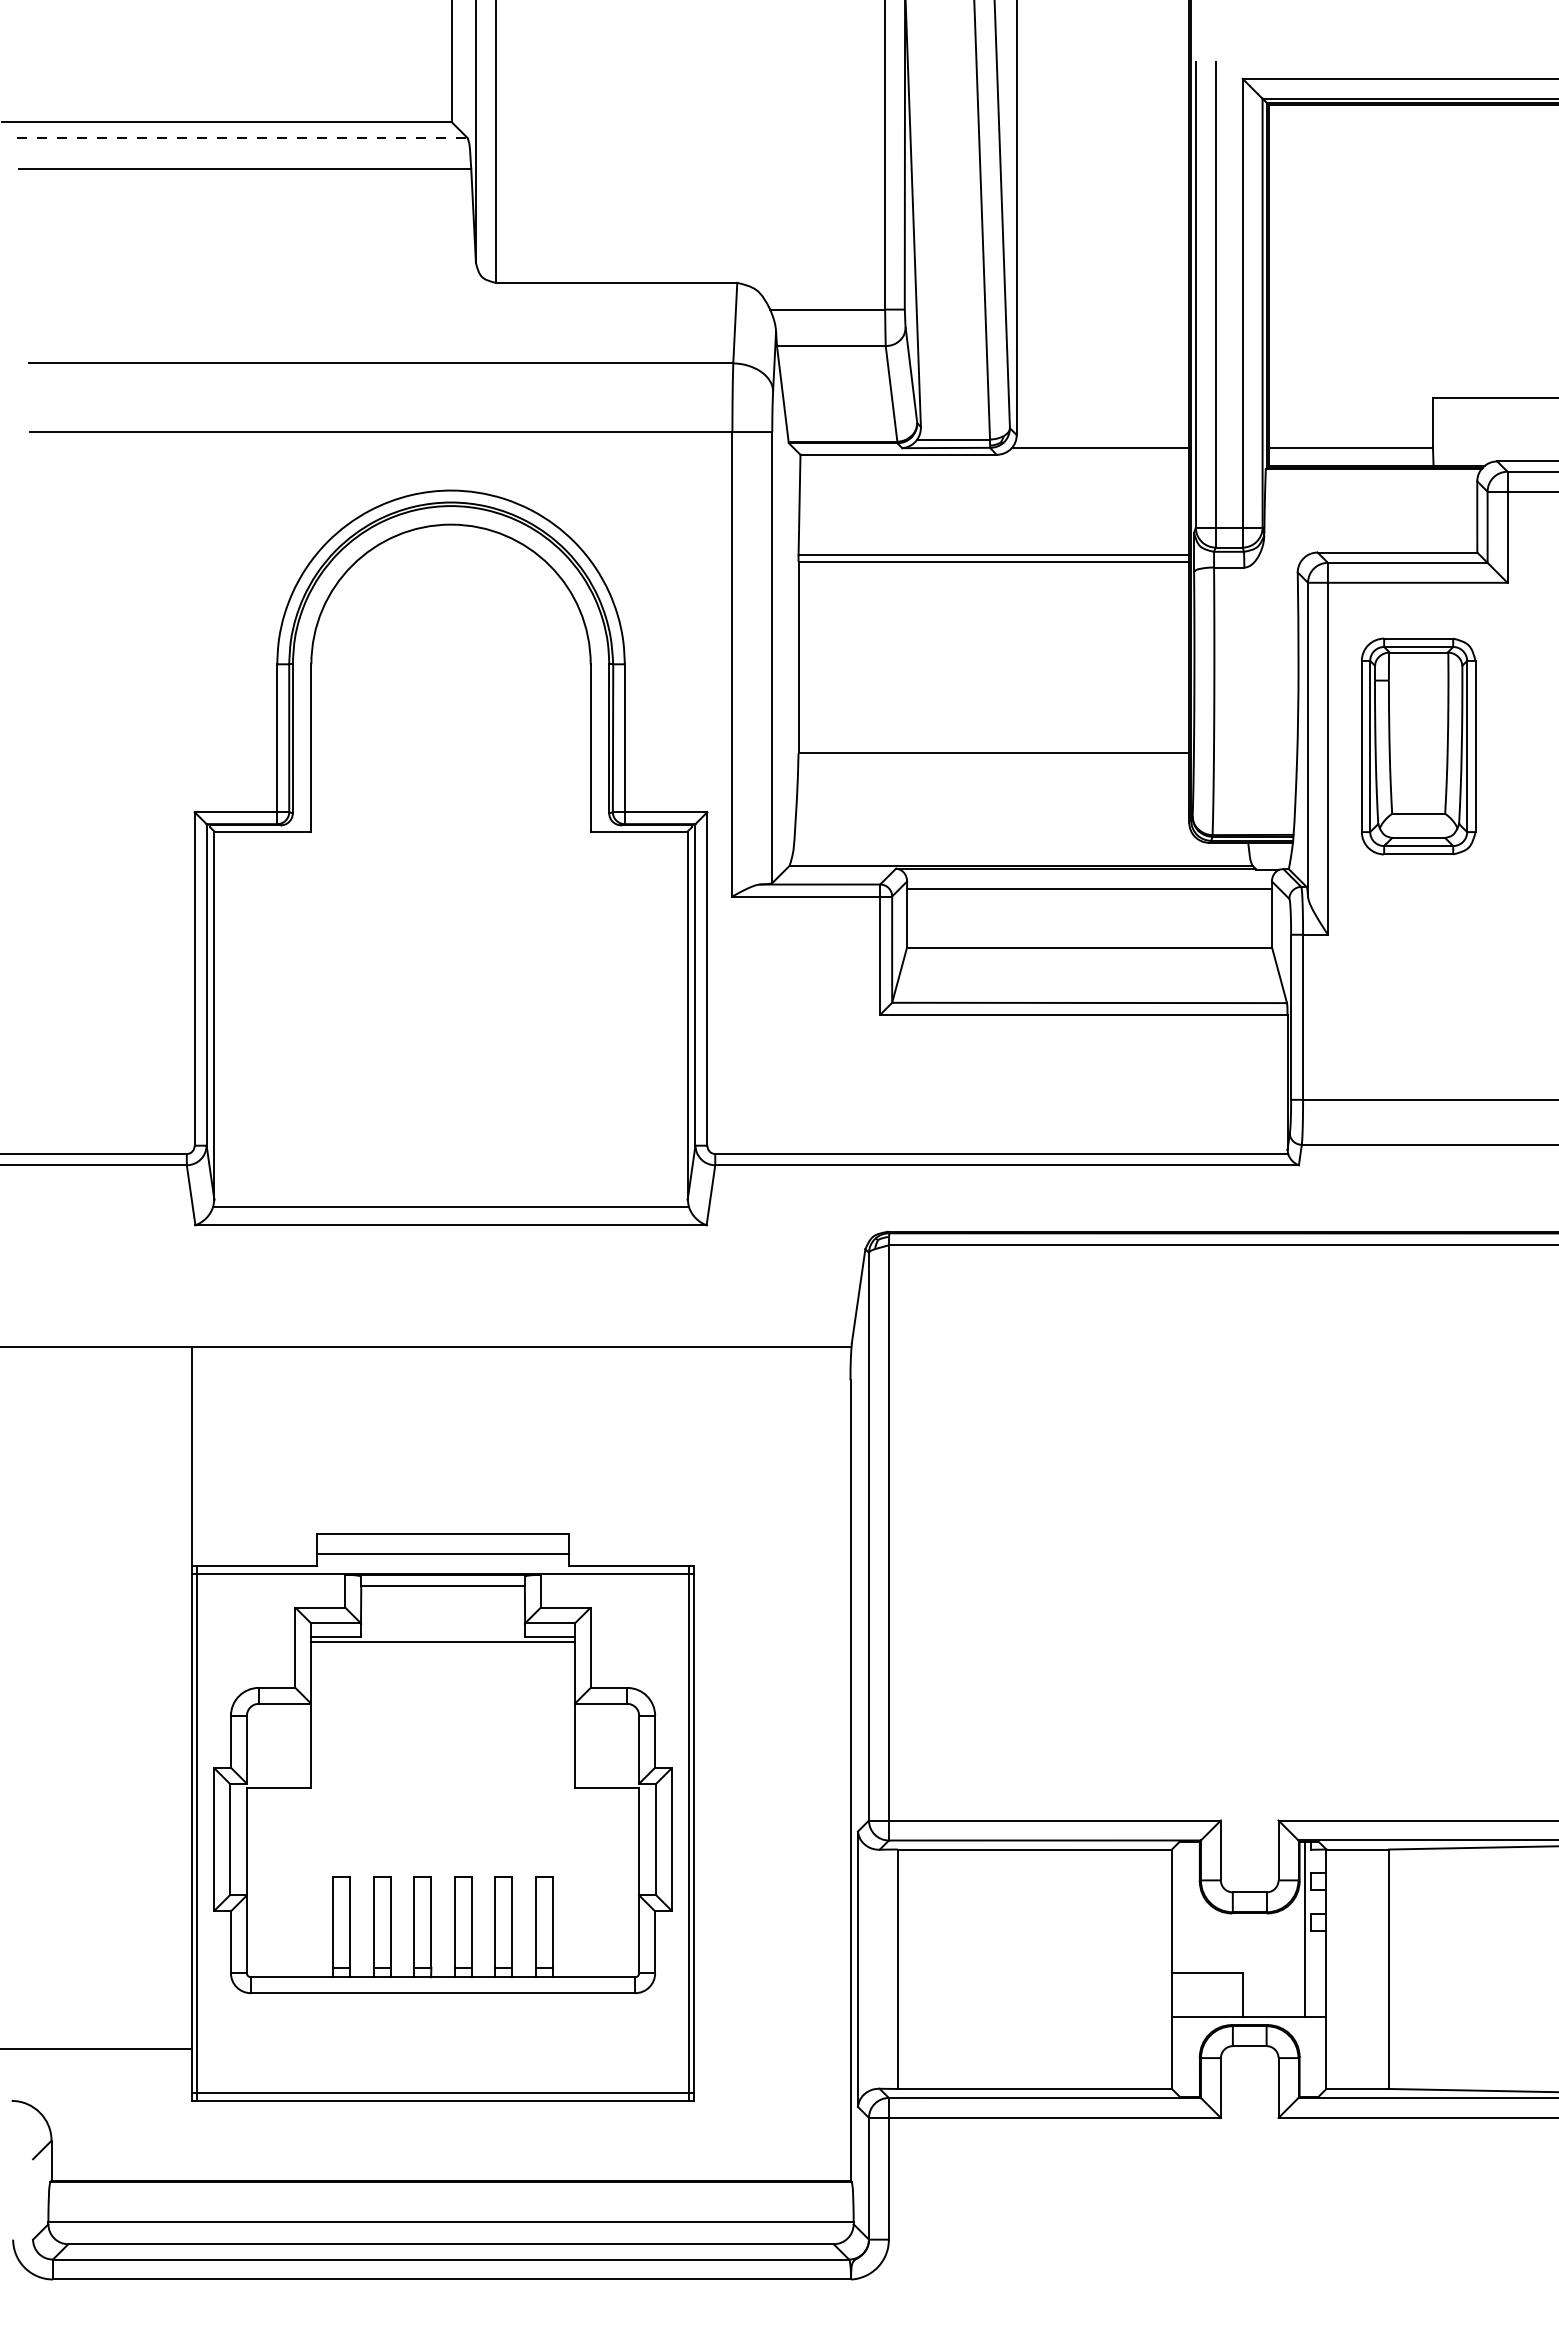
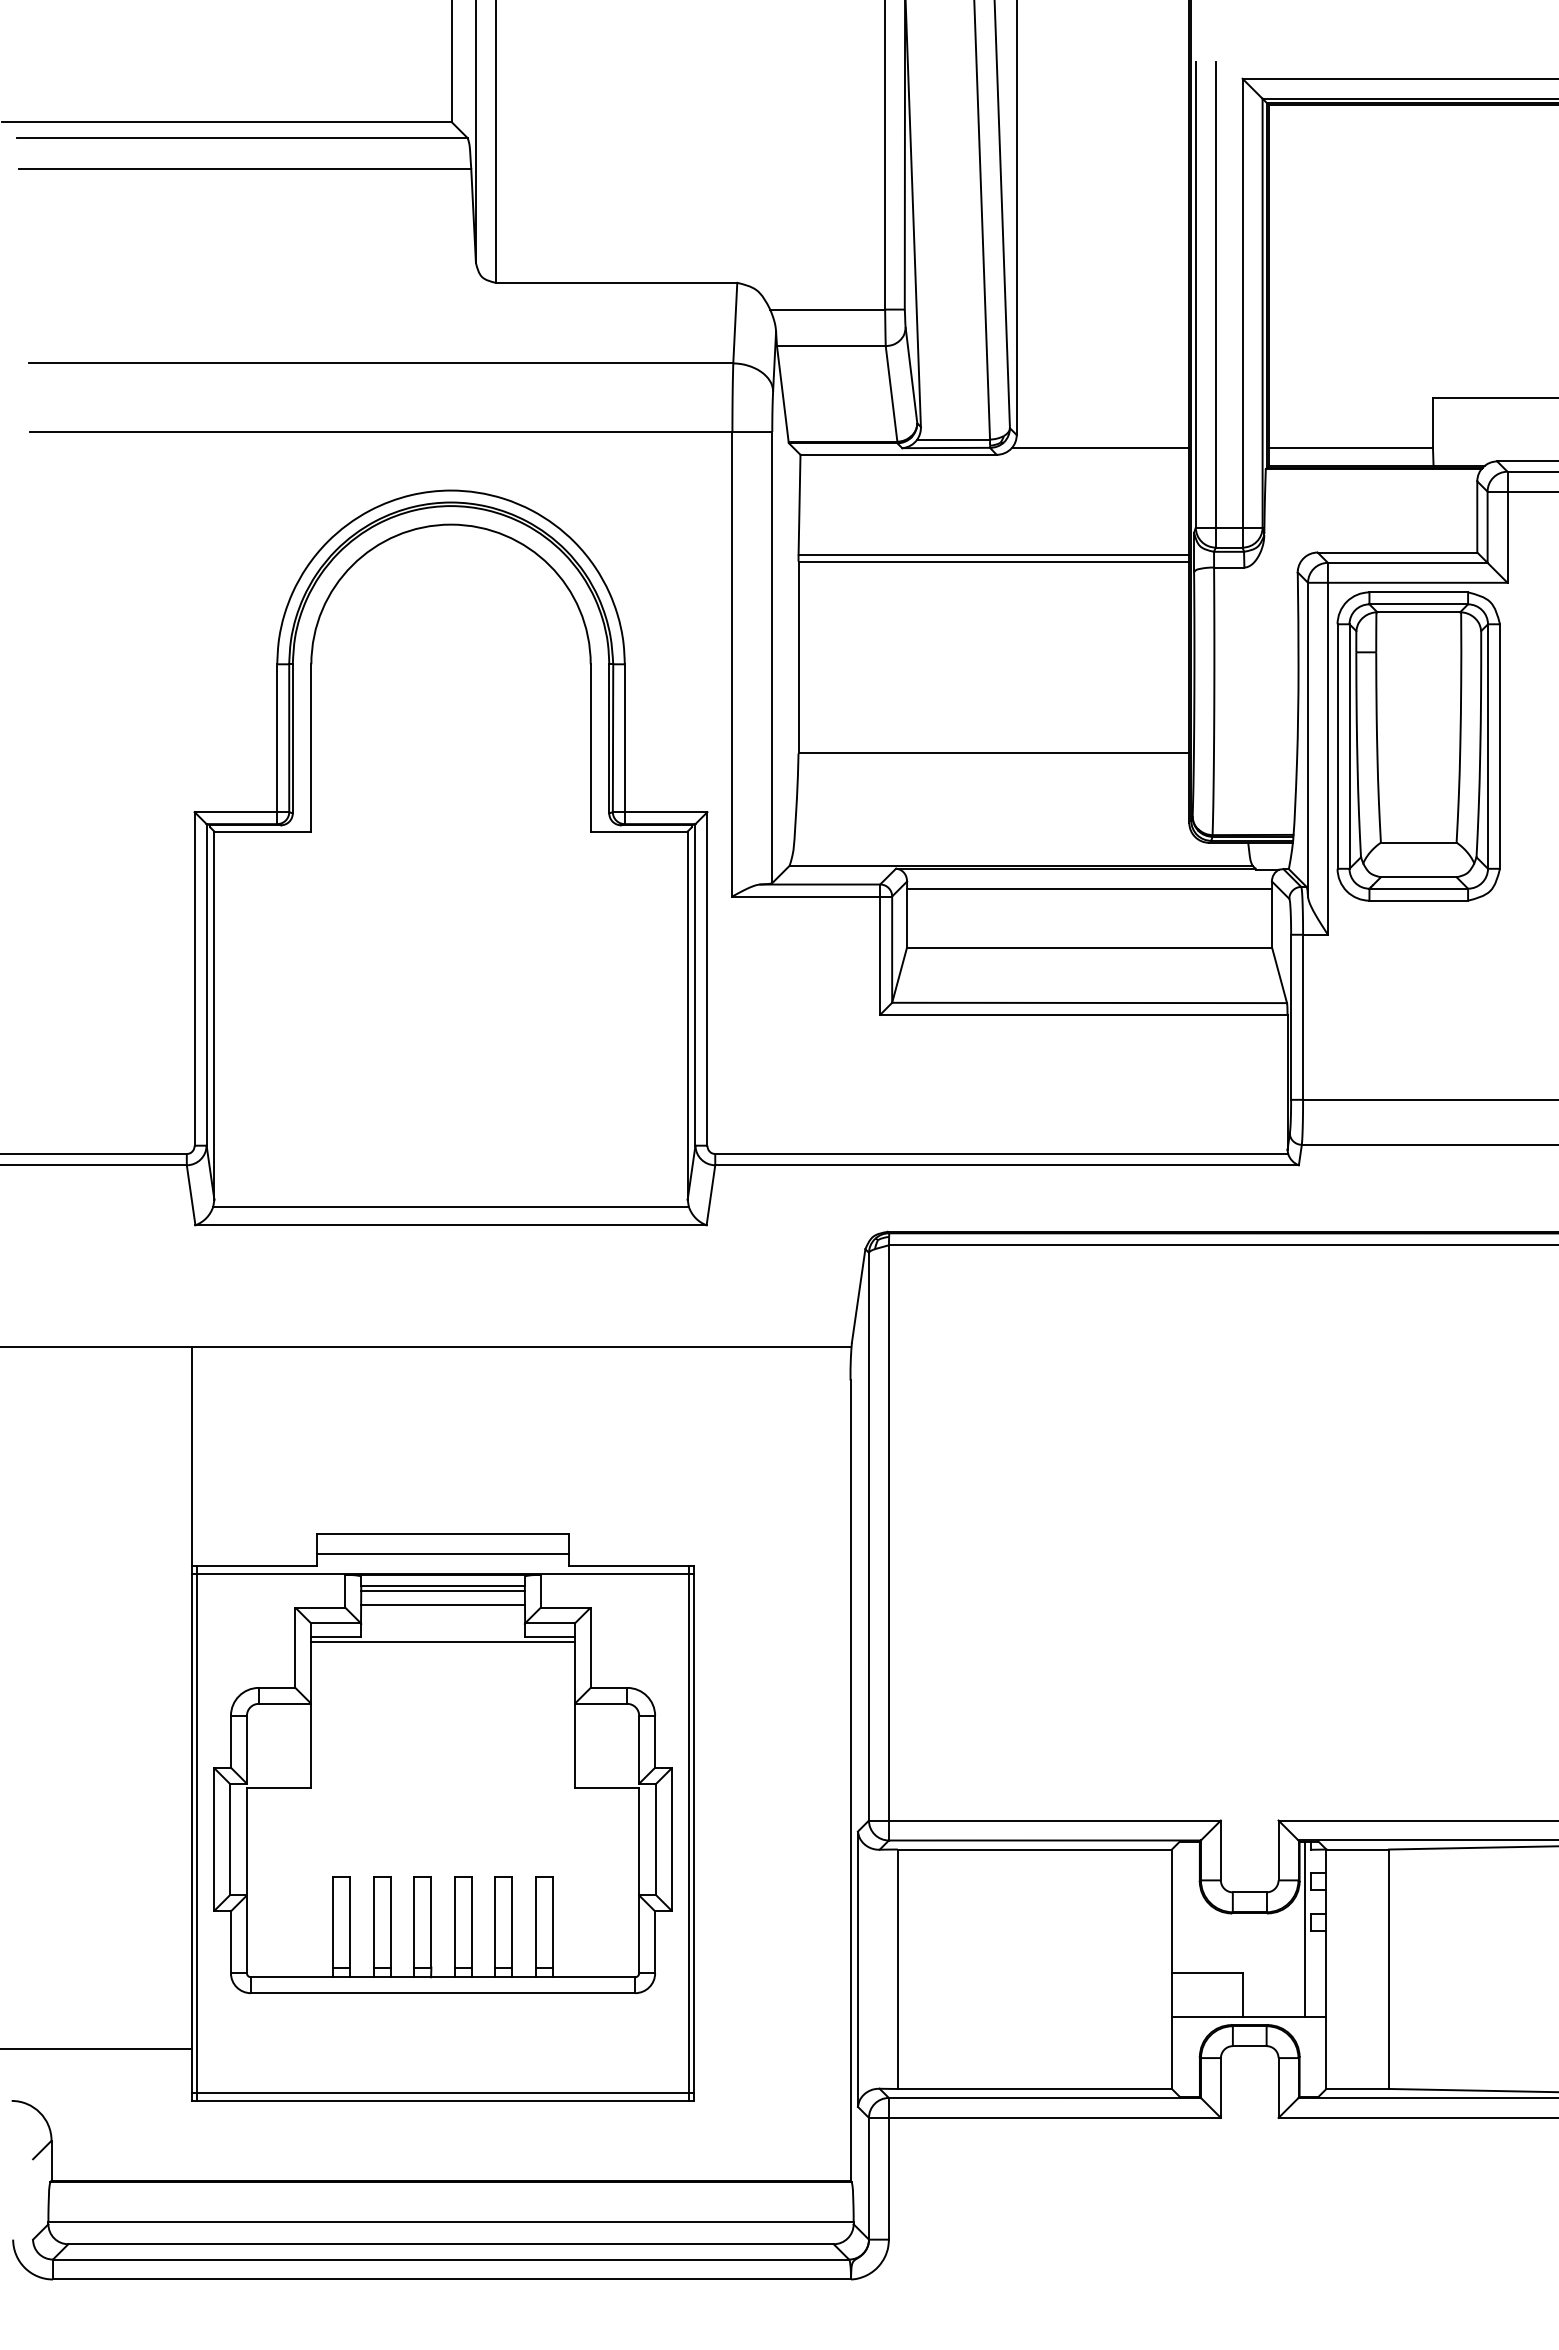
line at (243, 138): dashed -> solid
part at (1418, 746) size: 116x219 px -> 165x311 px
line at (442, 1590): none -> present
line at (442, 1604): none -> present
